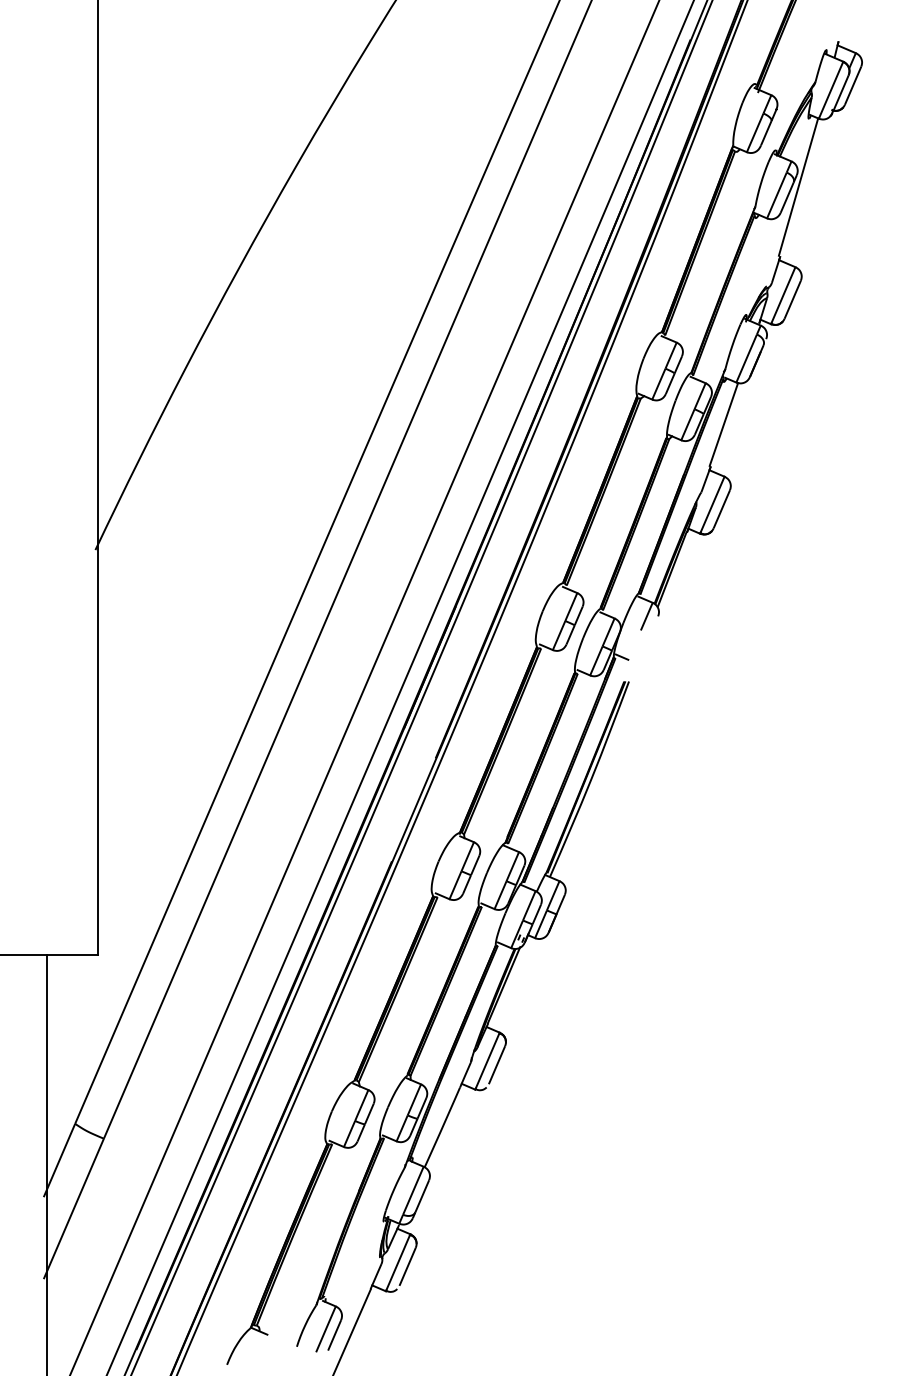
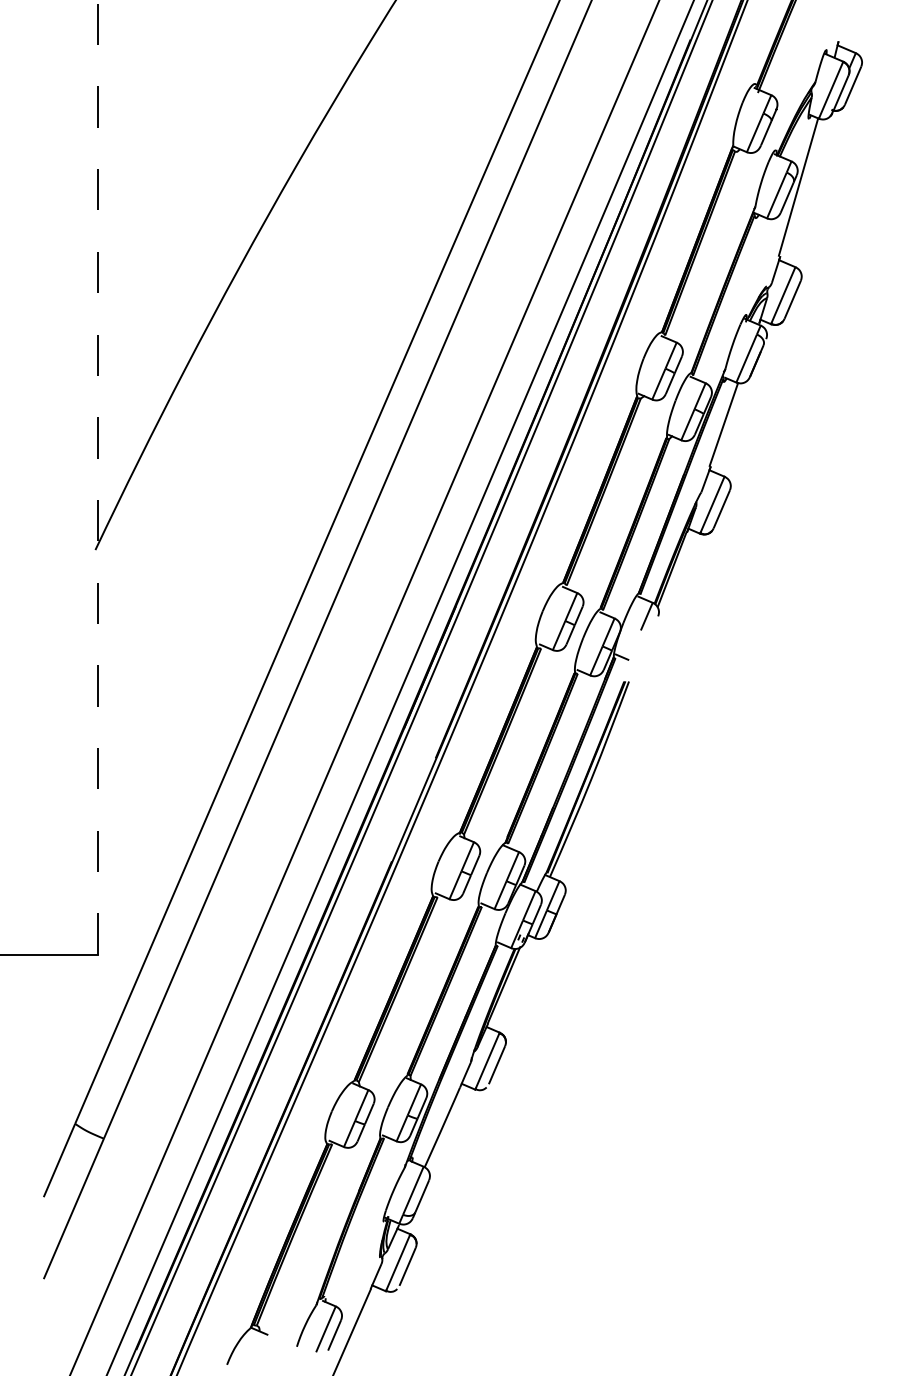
line at (98, 477): solid -> dashed
line at (46, 1163): present -> none
